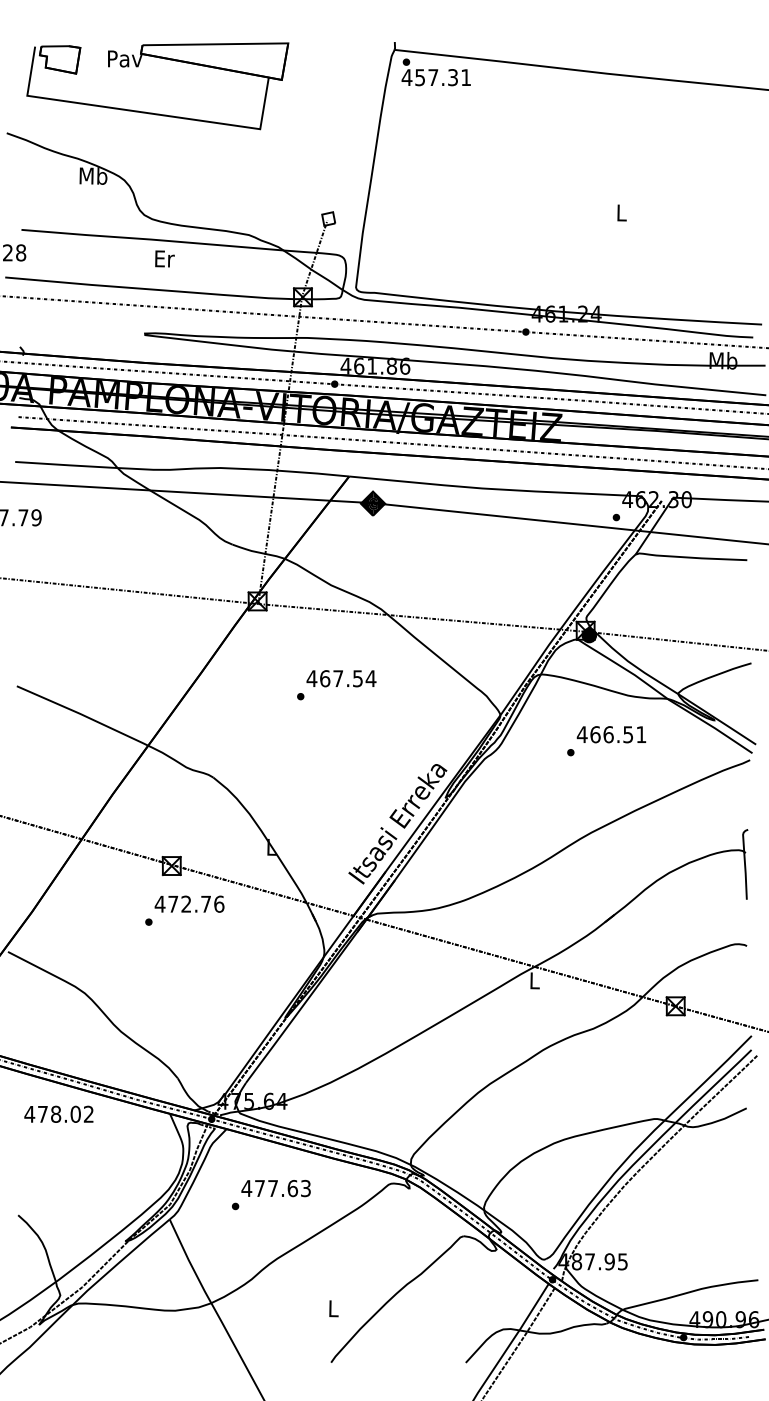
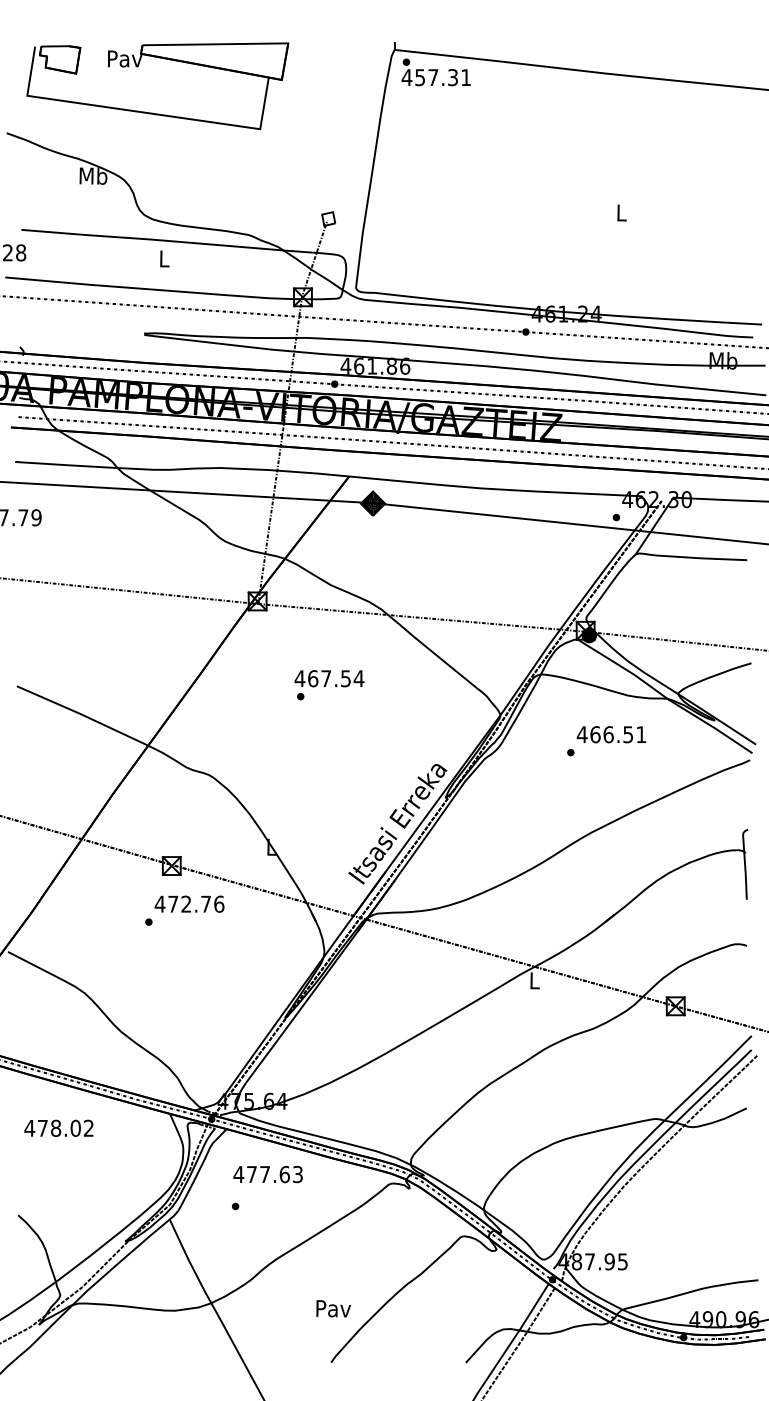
text at (164, 258): Er -> L
text at (341, 678) position: (341, 678) -> (329, 678)
text at (58, 1113) position: (58, 1113) -> (58, 1127)
text at (275, 1188) position: (275, 1188) -> (267, 1174)
text at (333, 1308): L -> Pav
